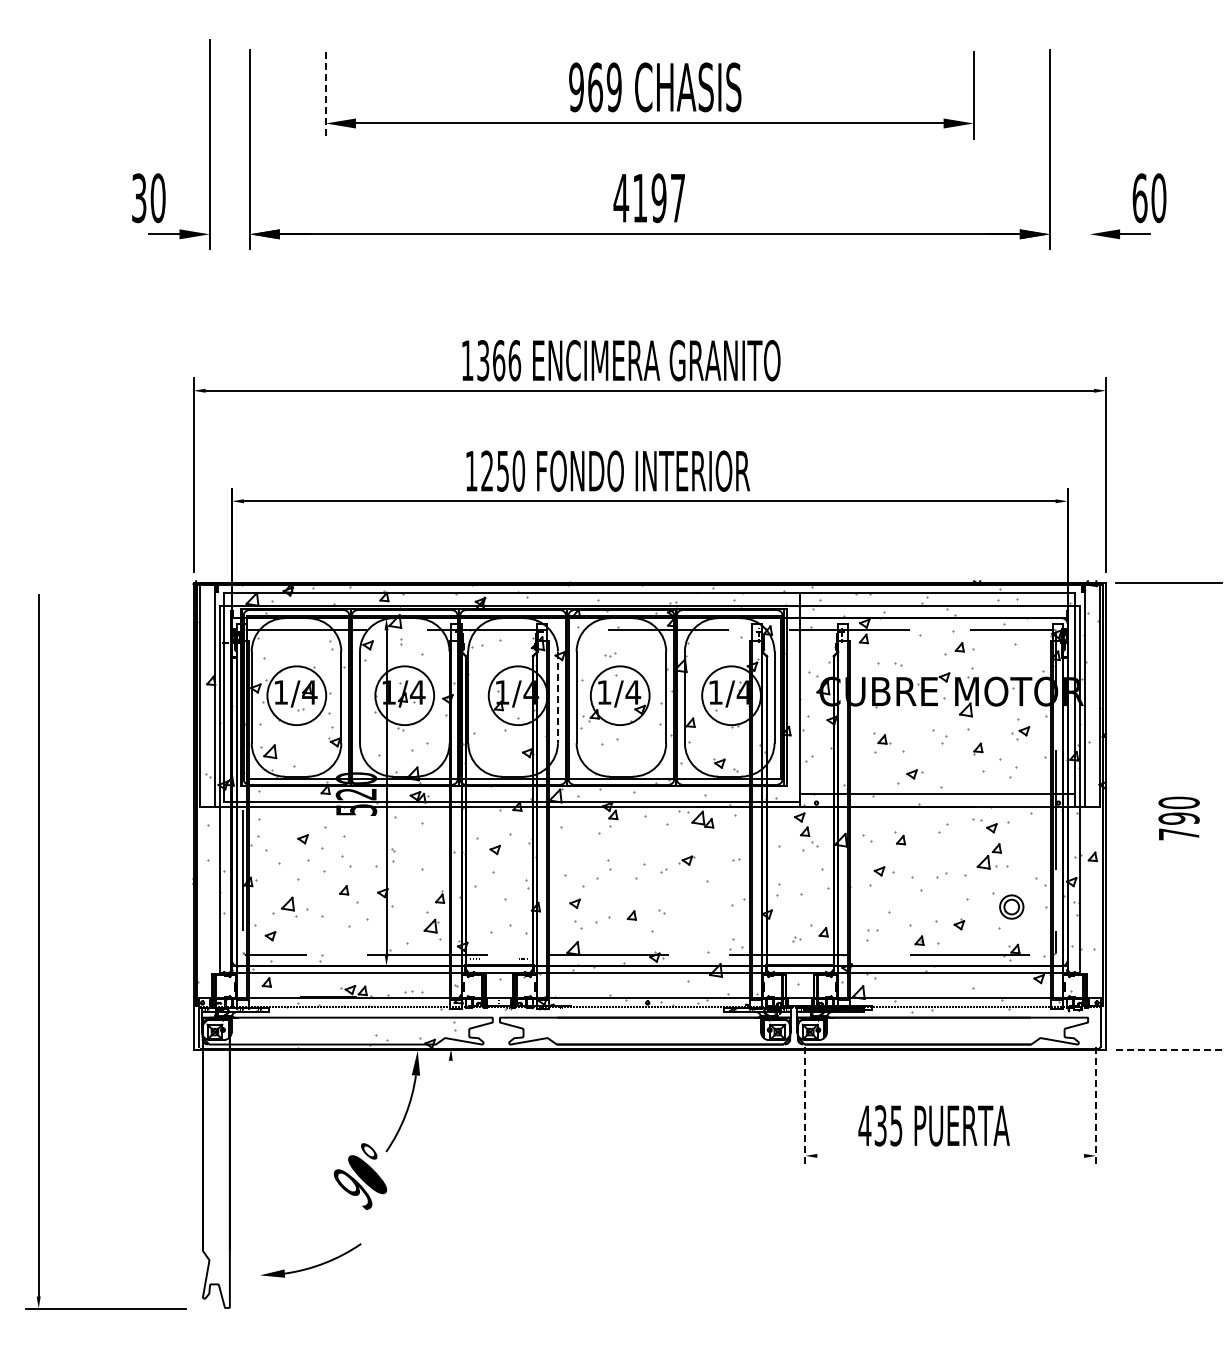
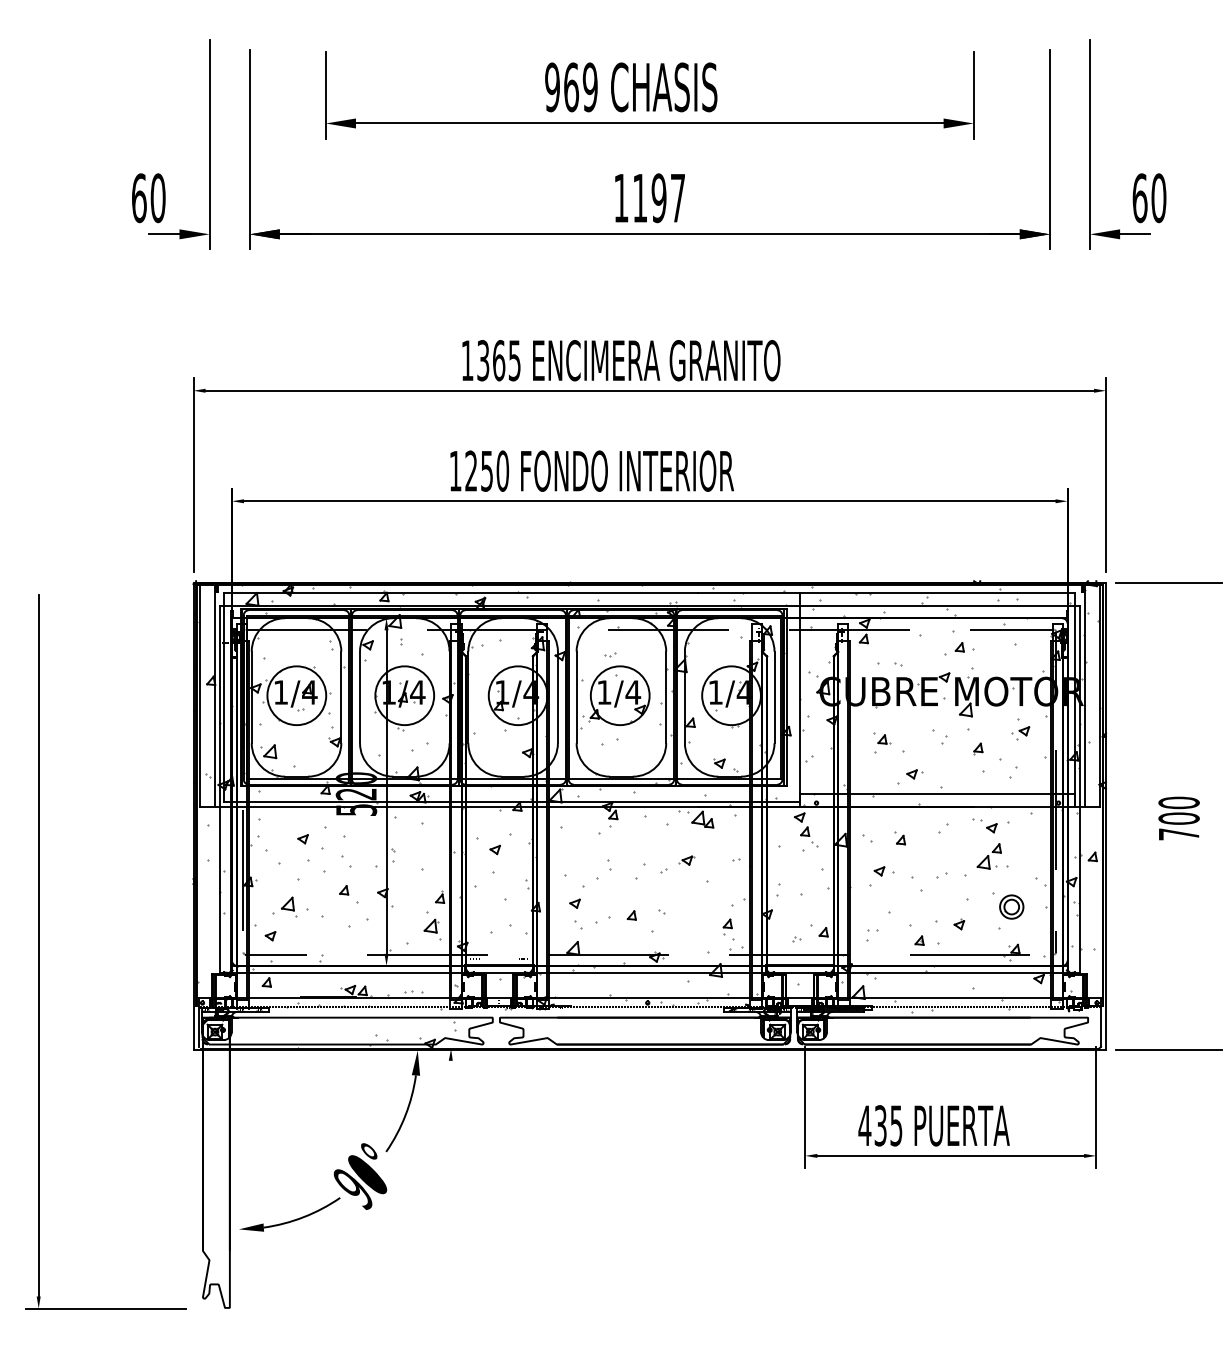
text at (655, 87) position: (655, 87) -> (631, 87)
line at (325, 95): dashed -> solid
line at (1090, 144): none -> present
text at (139, 198): 30 -> 60
text at (621, 198): 4197 -> 1197
text at (514, 360): 1366 -> 1365
text at (607, 470) position: (607, 470) -> (591, 470)
line at (557, 697): dashed -> solid
text at (1178, 818): 790 -> 700
part at (727, 926): none -> present
line at (1168, 1050): dashed -> solid
line at (805, 1107): dashed -> solid
line at (1096, 1107): dashed -> solid
line at (950, 1155): none -> present
part at (311, 1266) position: (311, 1266) -> (290, 1220)
